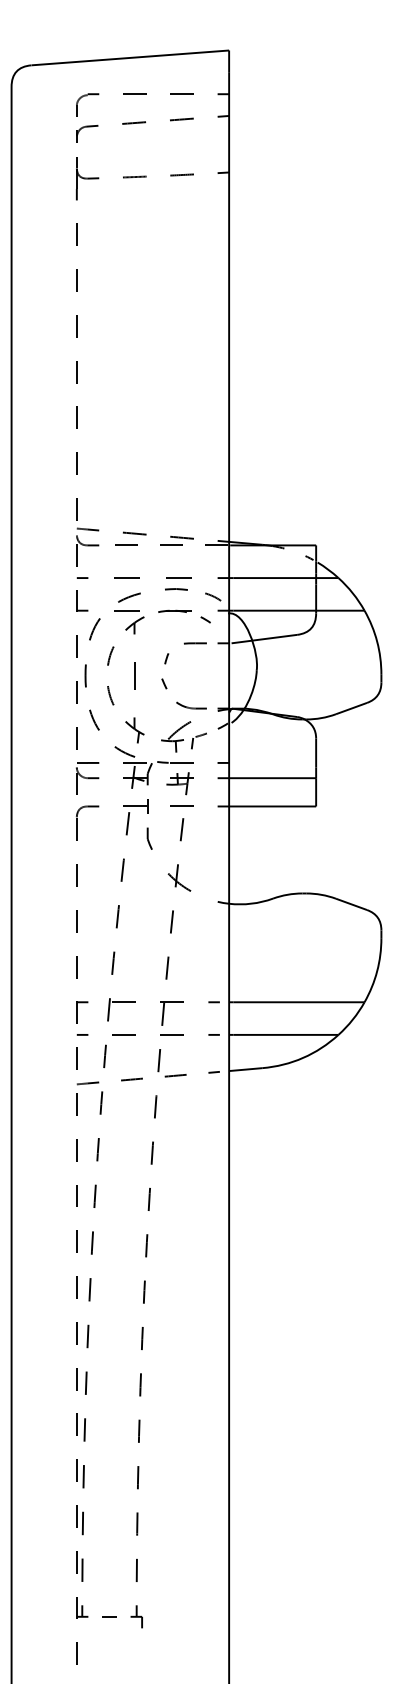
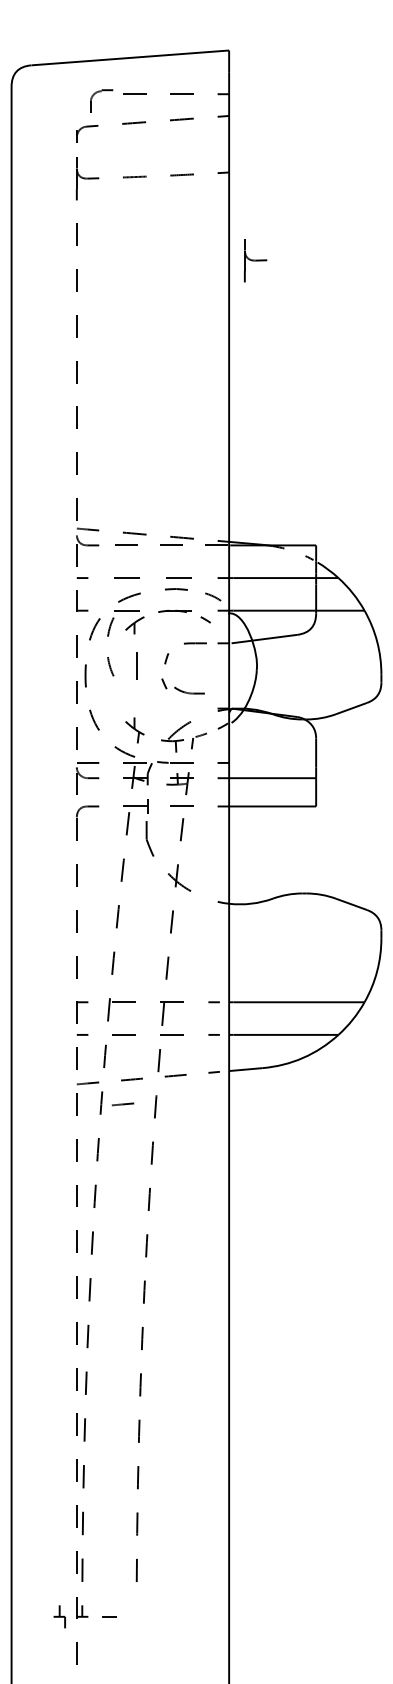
part at (87, 96) position: (87, 96) -> (101, 92)
part at (255, 260): none -> present
part at (108, 665) position: (108, 665) -> (108, 636)
line at (134, 675) position: (134, 675) -> (136, 665)
part at (191, 705) position: (191, 705) -> (189, 690)
part at (149, 838) size: 7x23 px -> 10x36 px
line at (122, 1104): none -> present
part at (136, 1616) position: (136, 1616) -> (59, 1616)
